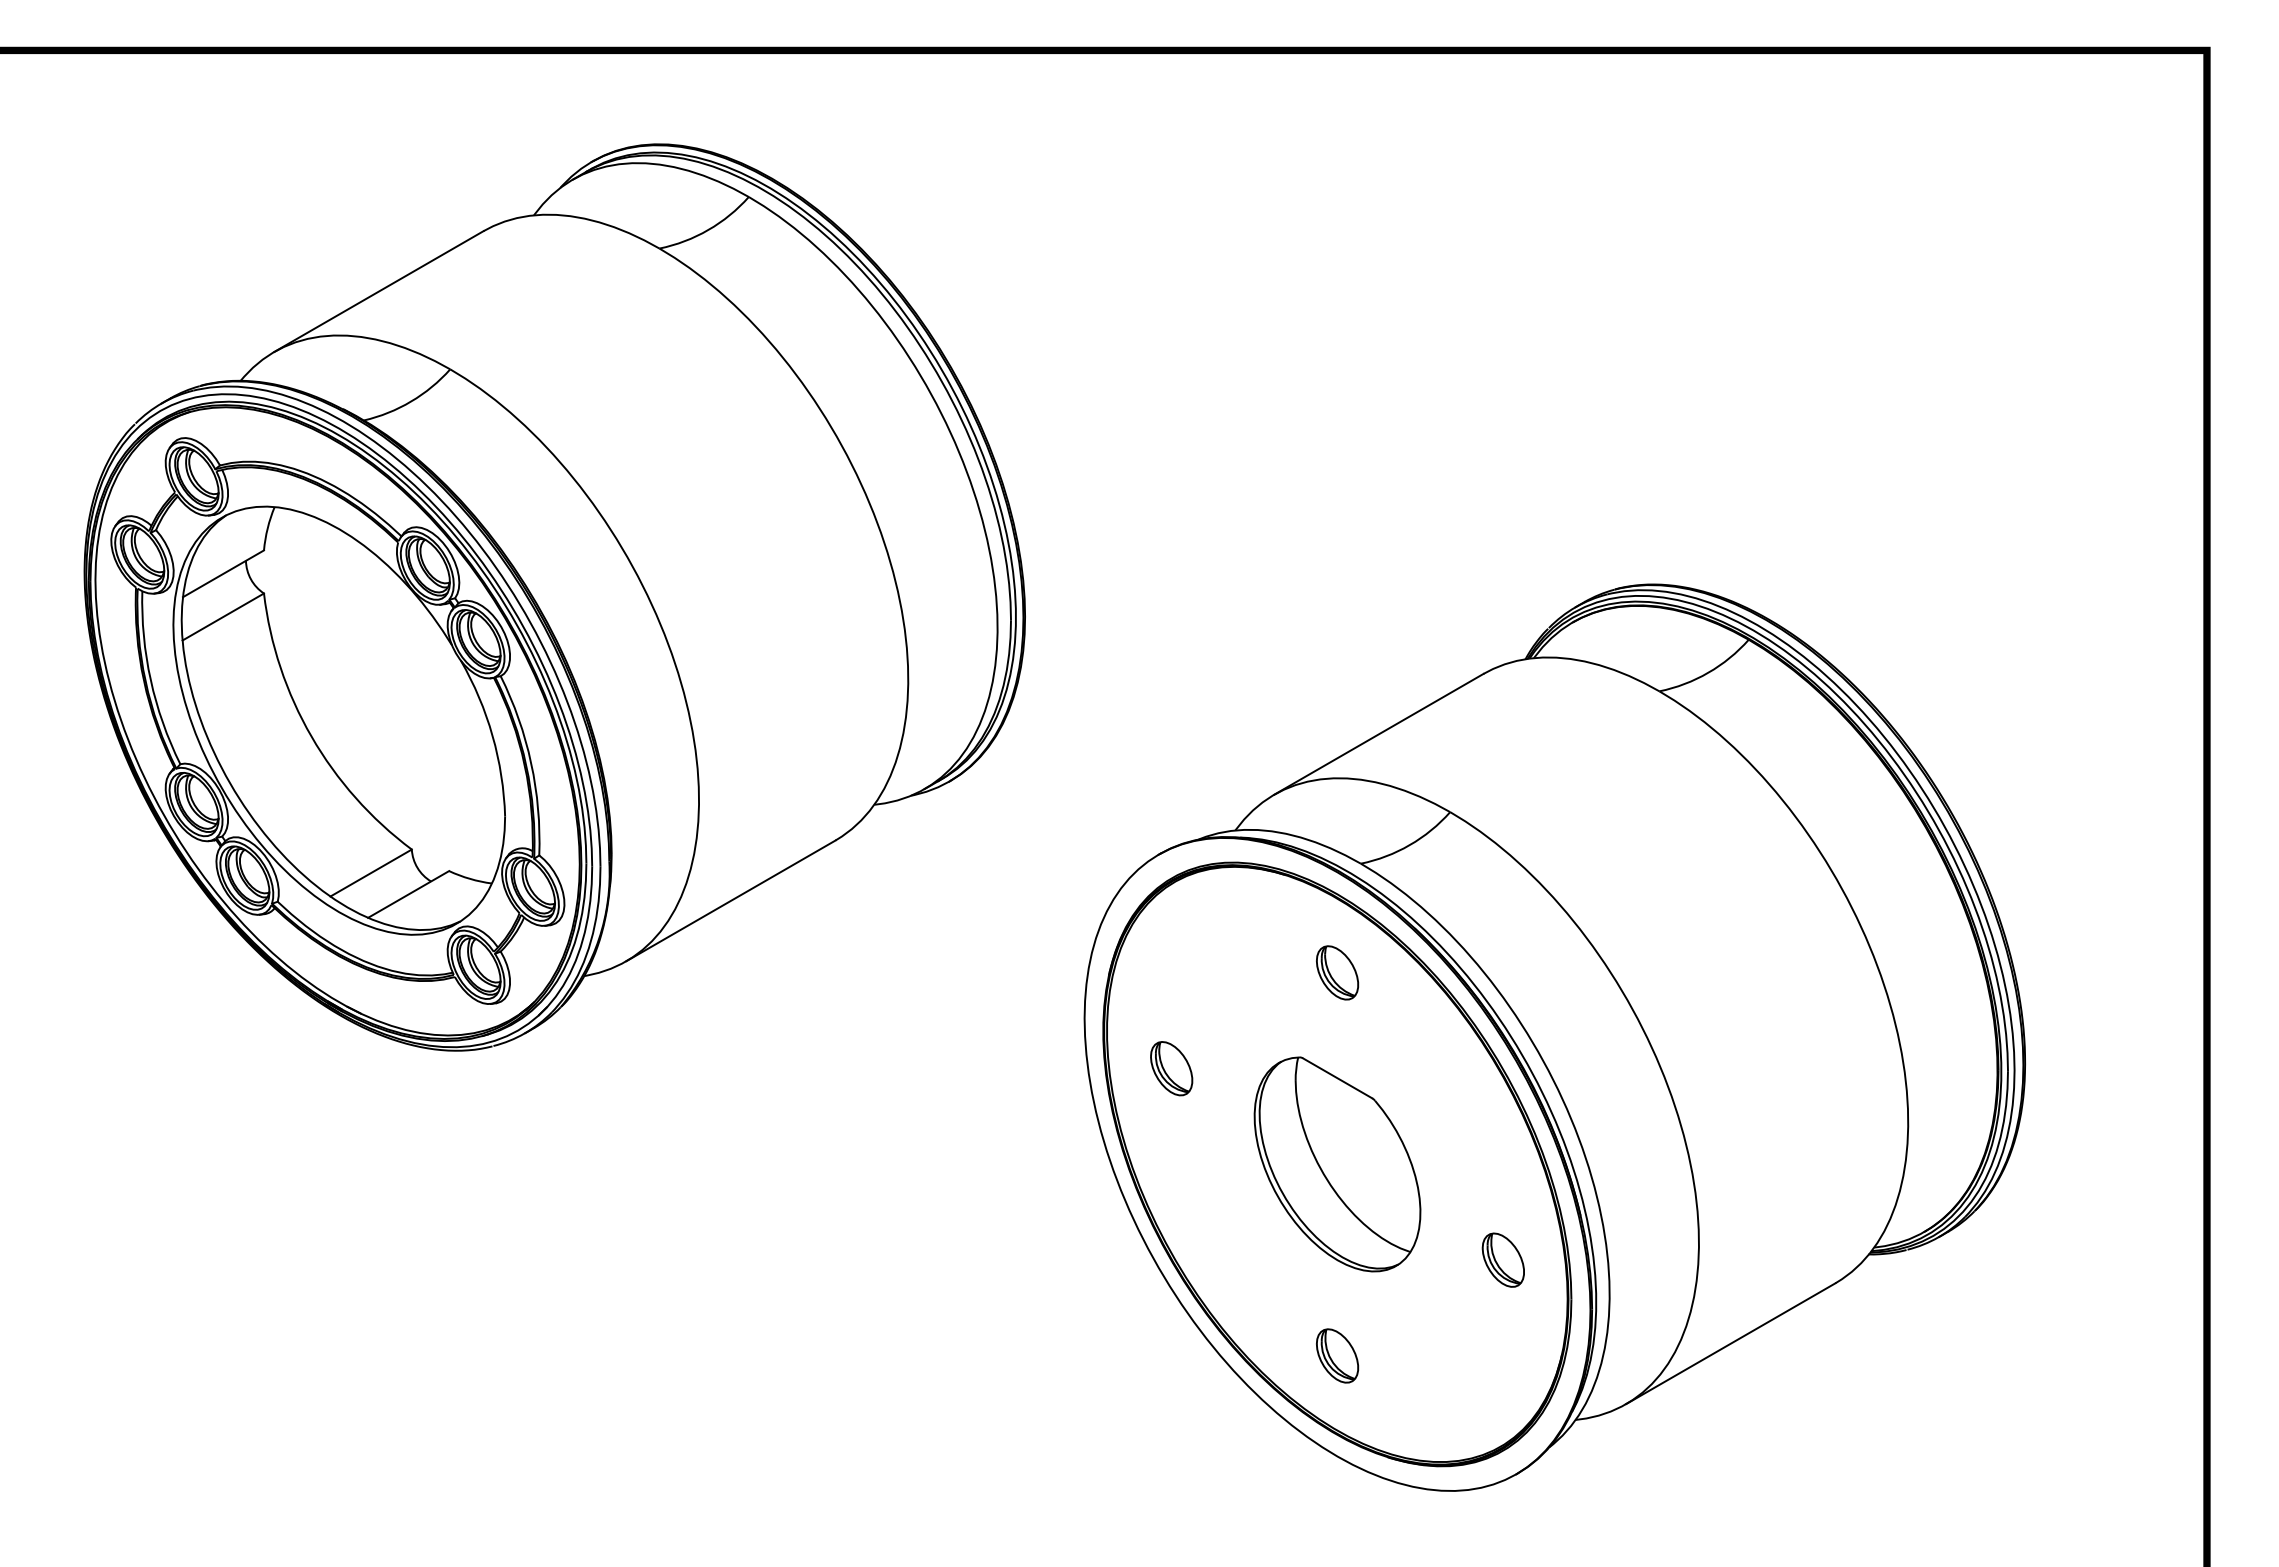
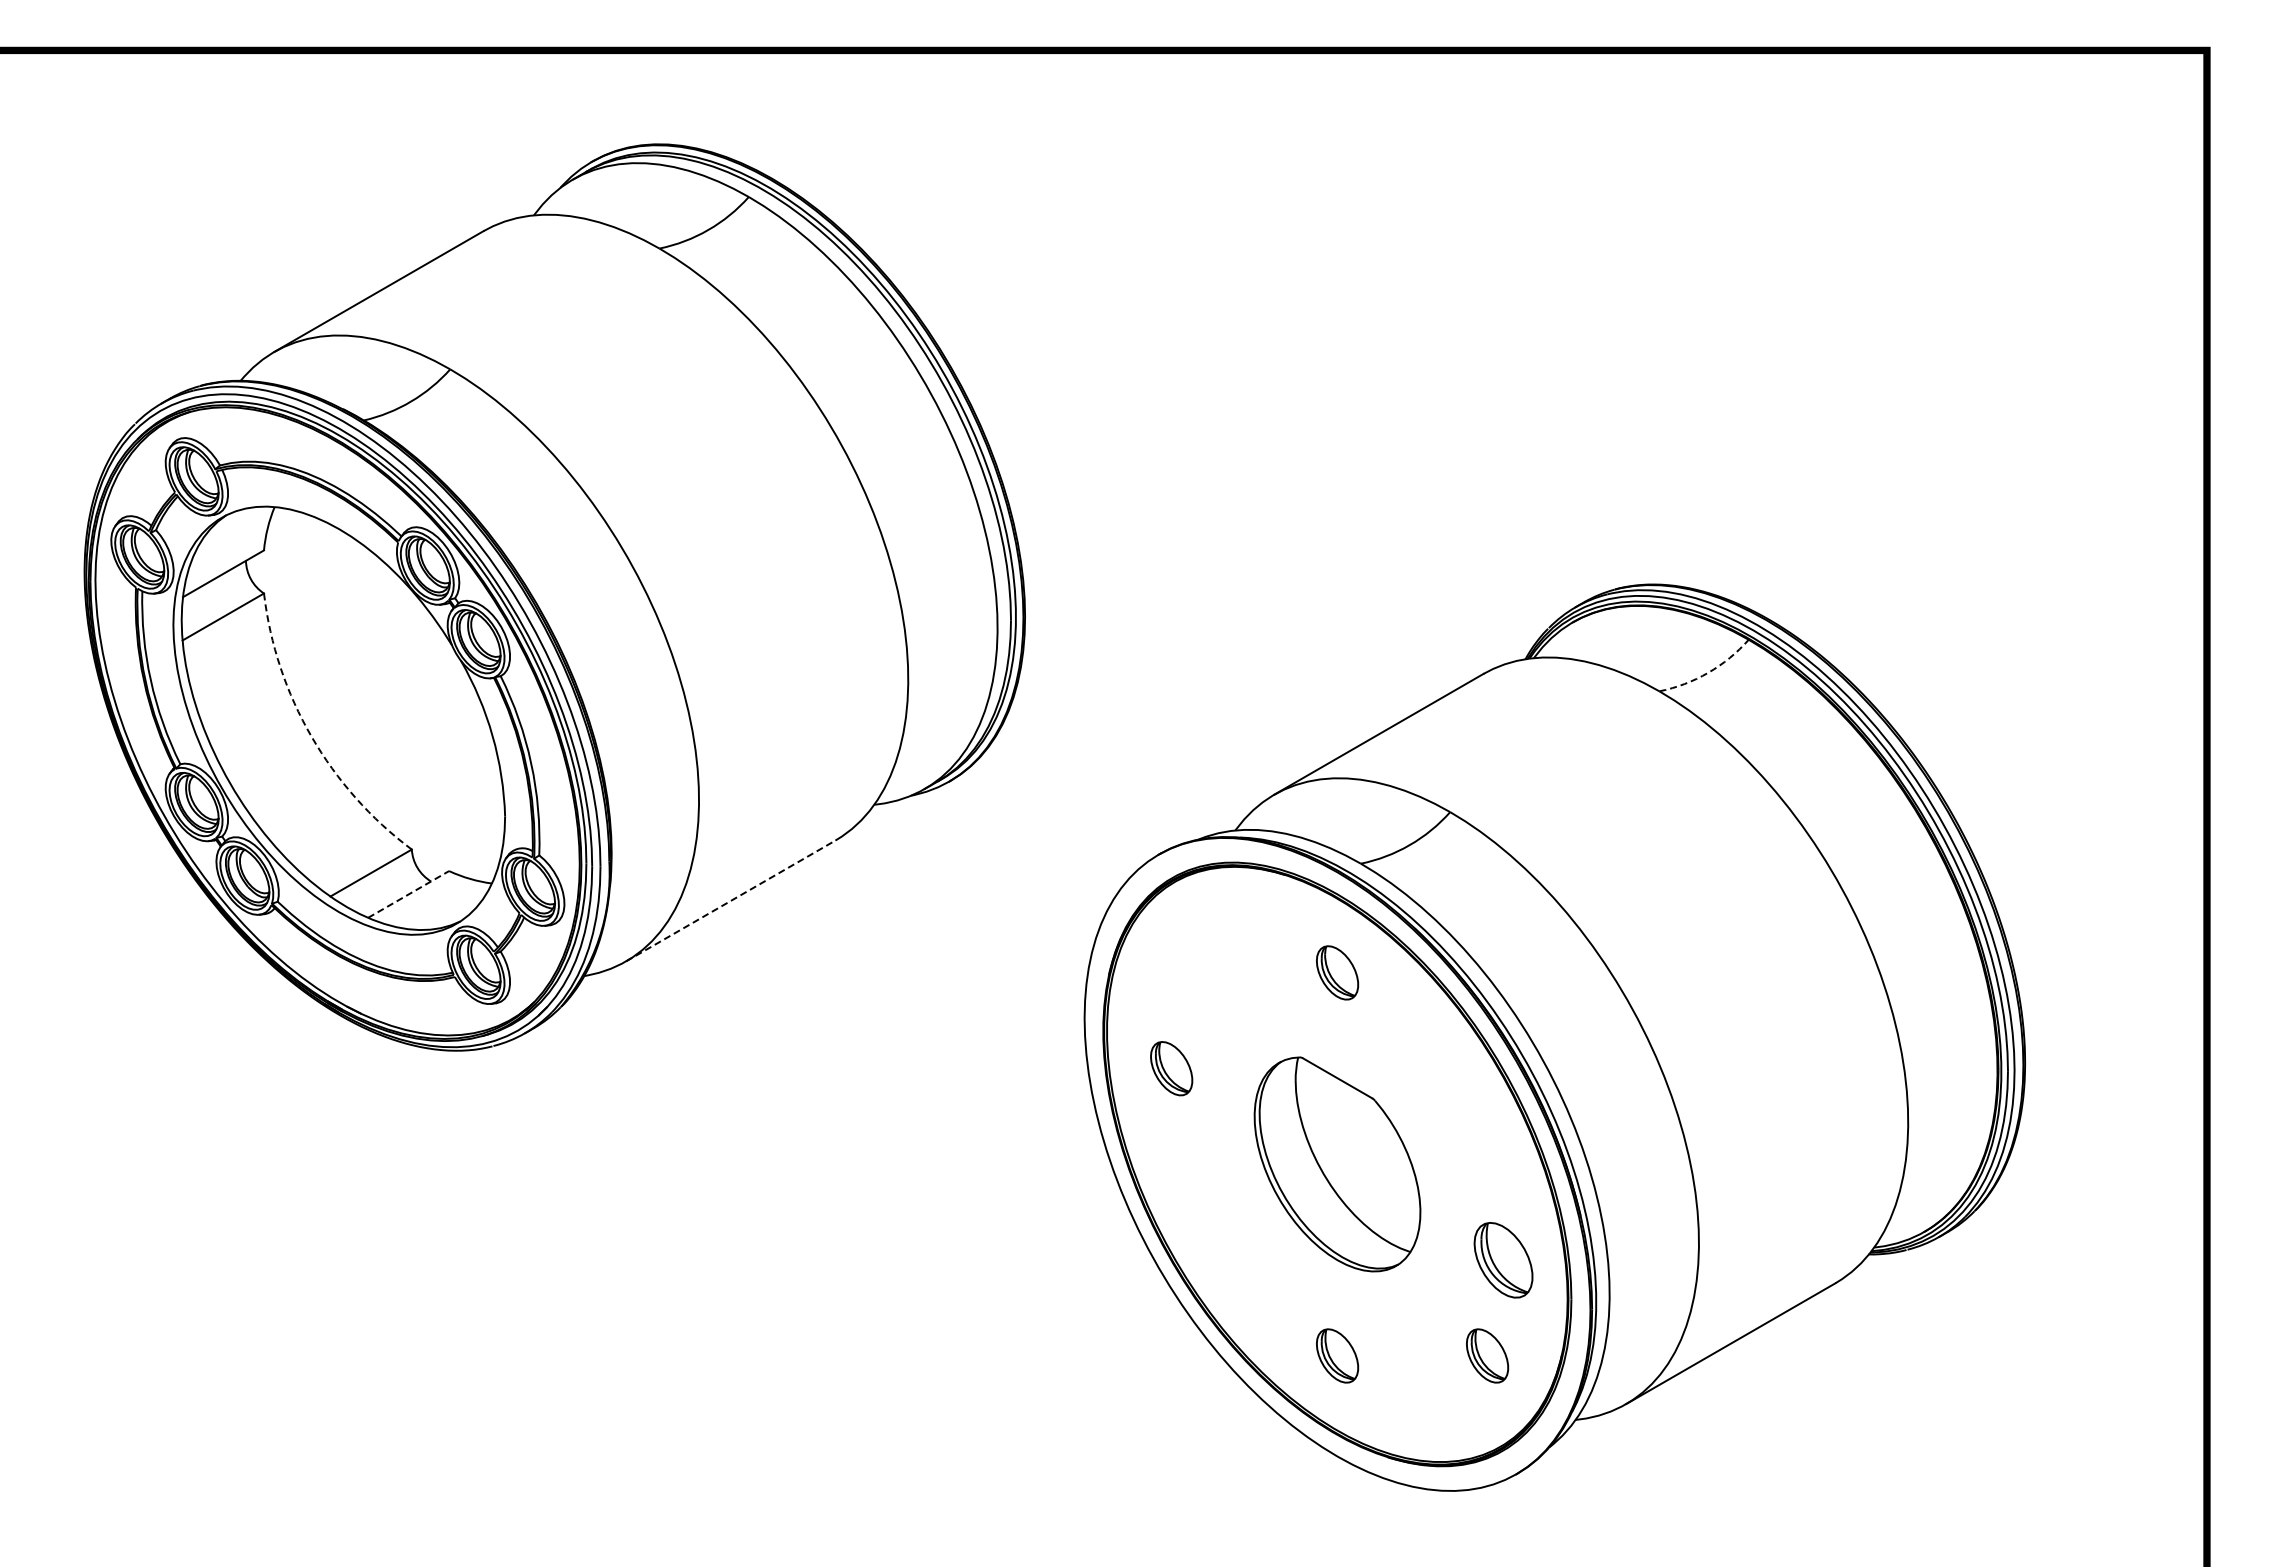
arc at (1708, 672): solid -> dashed
arc at (311, 736): solid -> dashed
line at (408, 894): solid -> dashed
line at (730, 900): solid -> dashed
part at (1502, 1259) size: 44x56 px -> 61x77 px
part at (1487, 1355): none -> present
